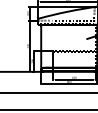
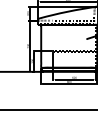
line at (48, 92): present -> none
